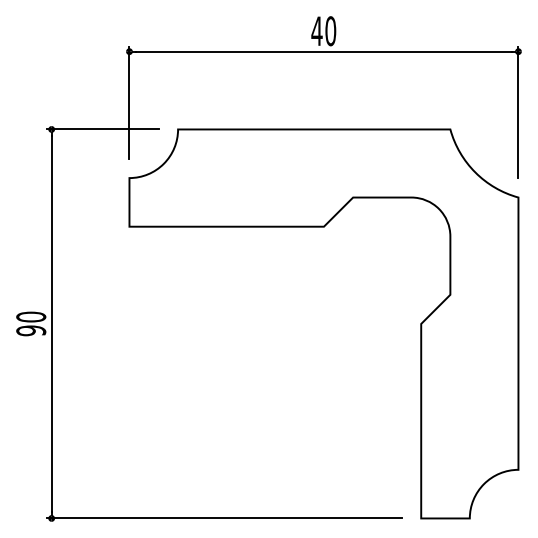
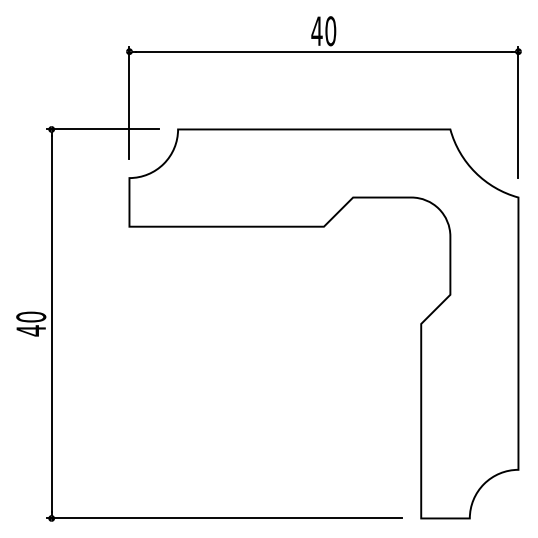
text at (31, 330): 90 -> 40
